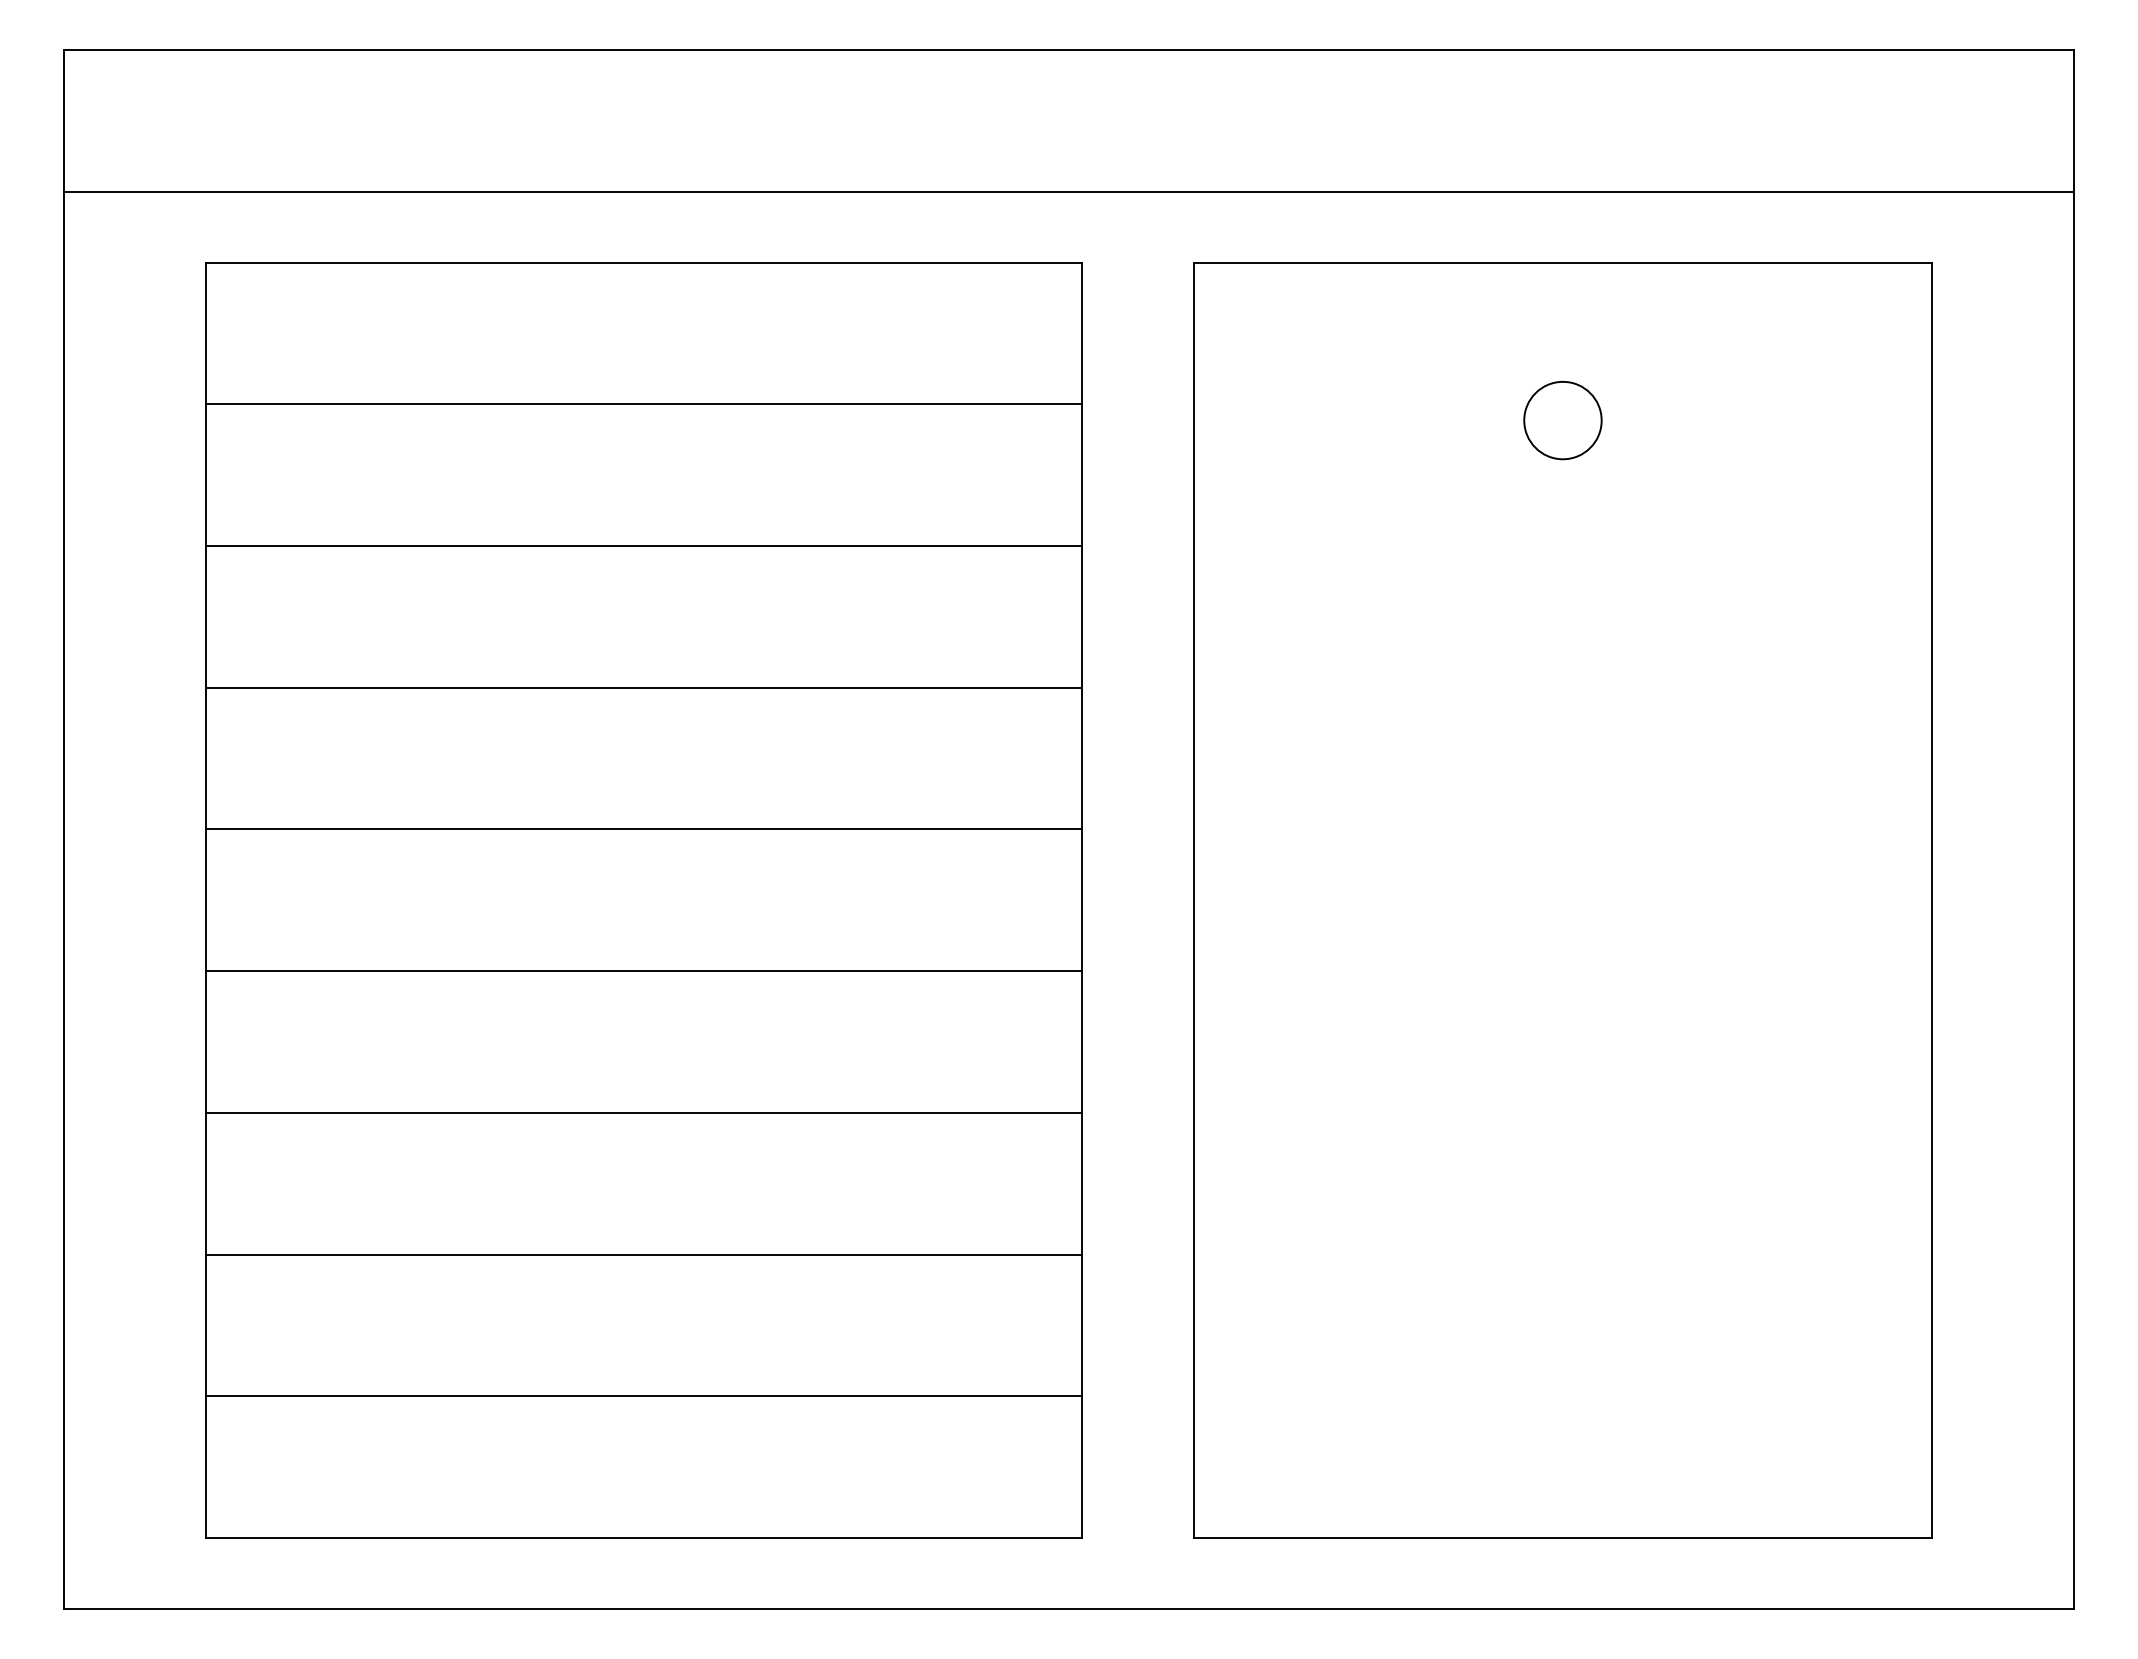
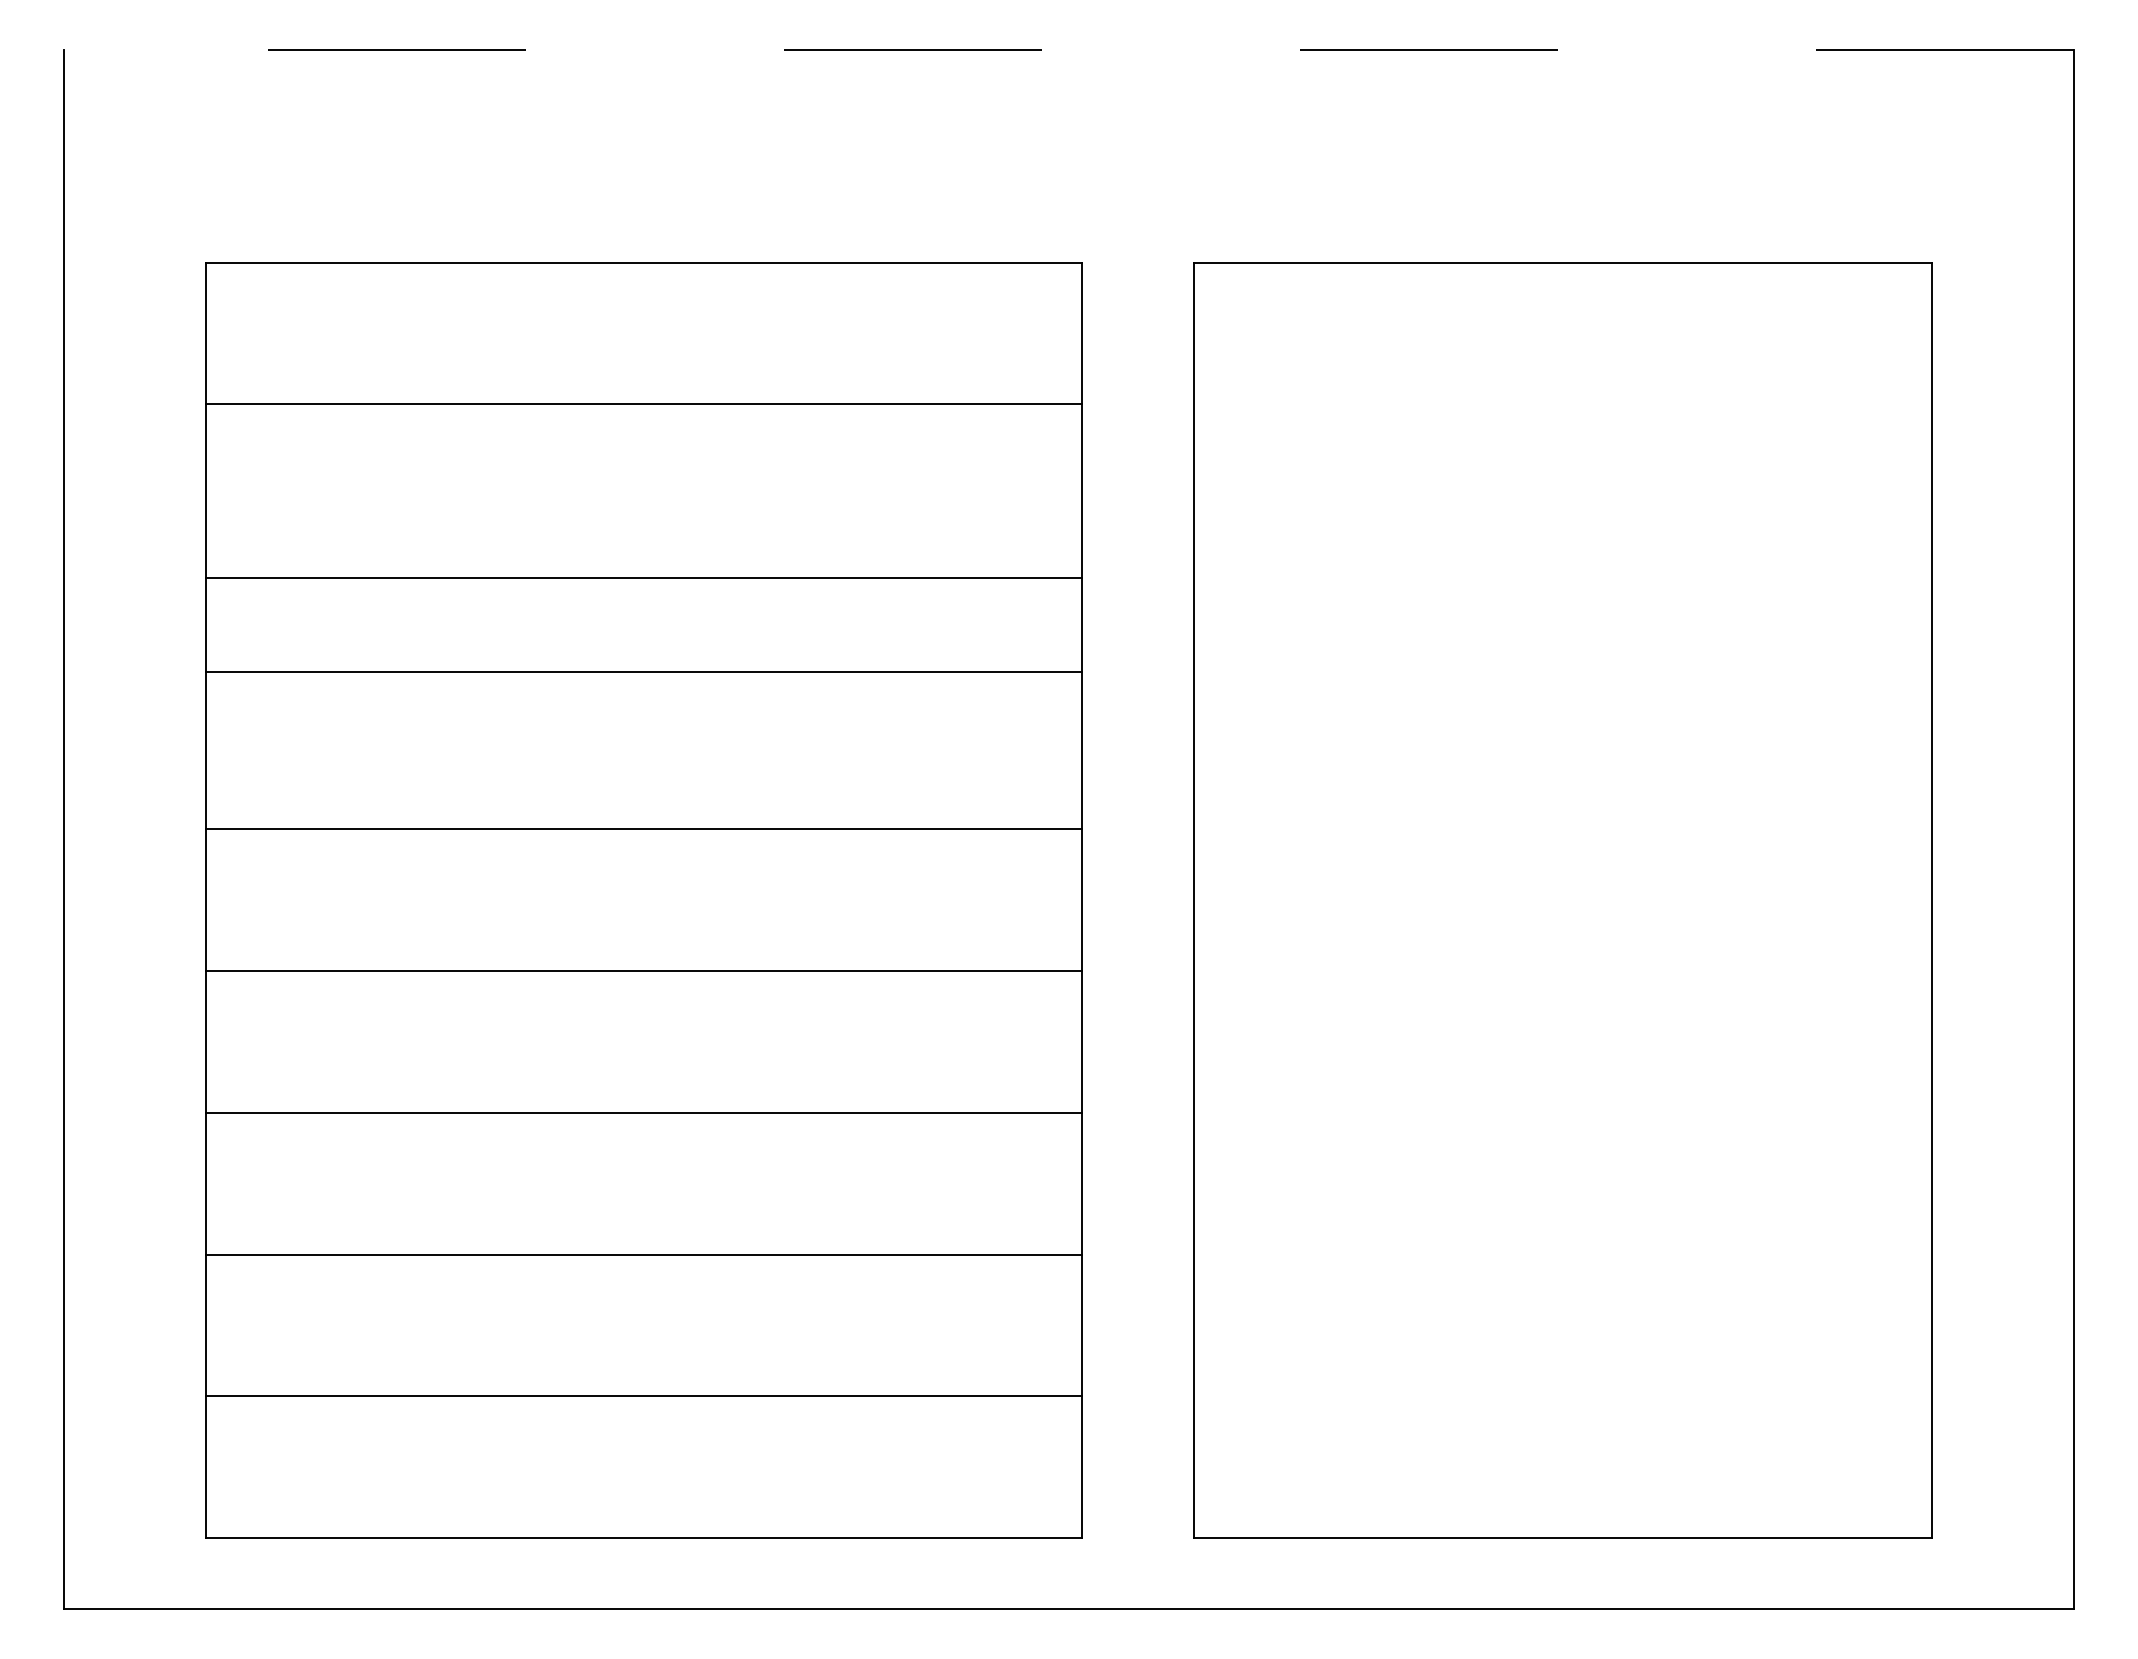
line at (1069, 49): solid -> dashed
line at (1068, 191): present -> none
circle at (1562, 420): present -> none
line at (643, 546) position: (643, 546) -> (643, 578)
line at (643, 687) position: (643, 687) -> (643, 671)
